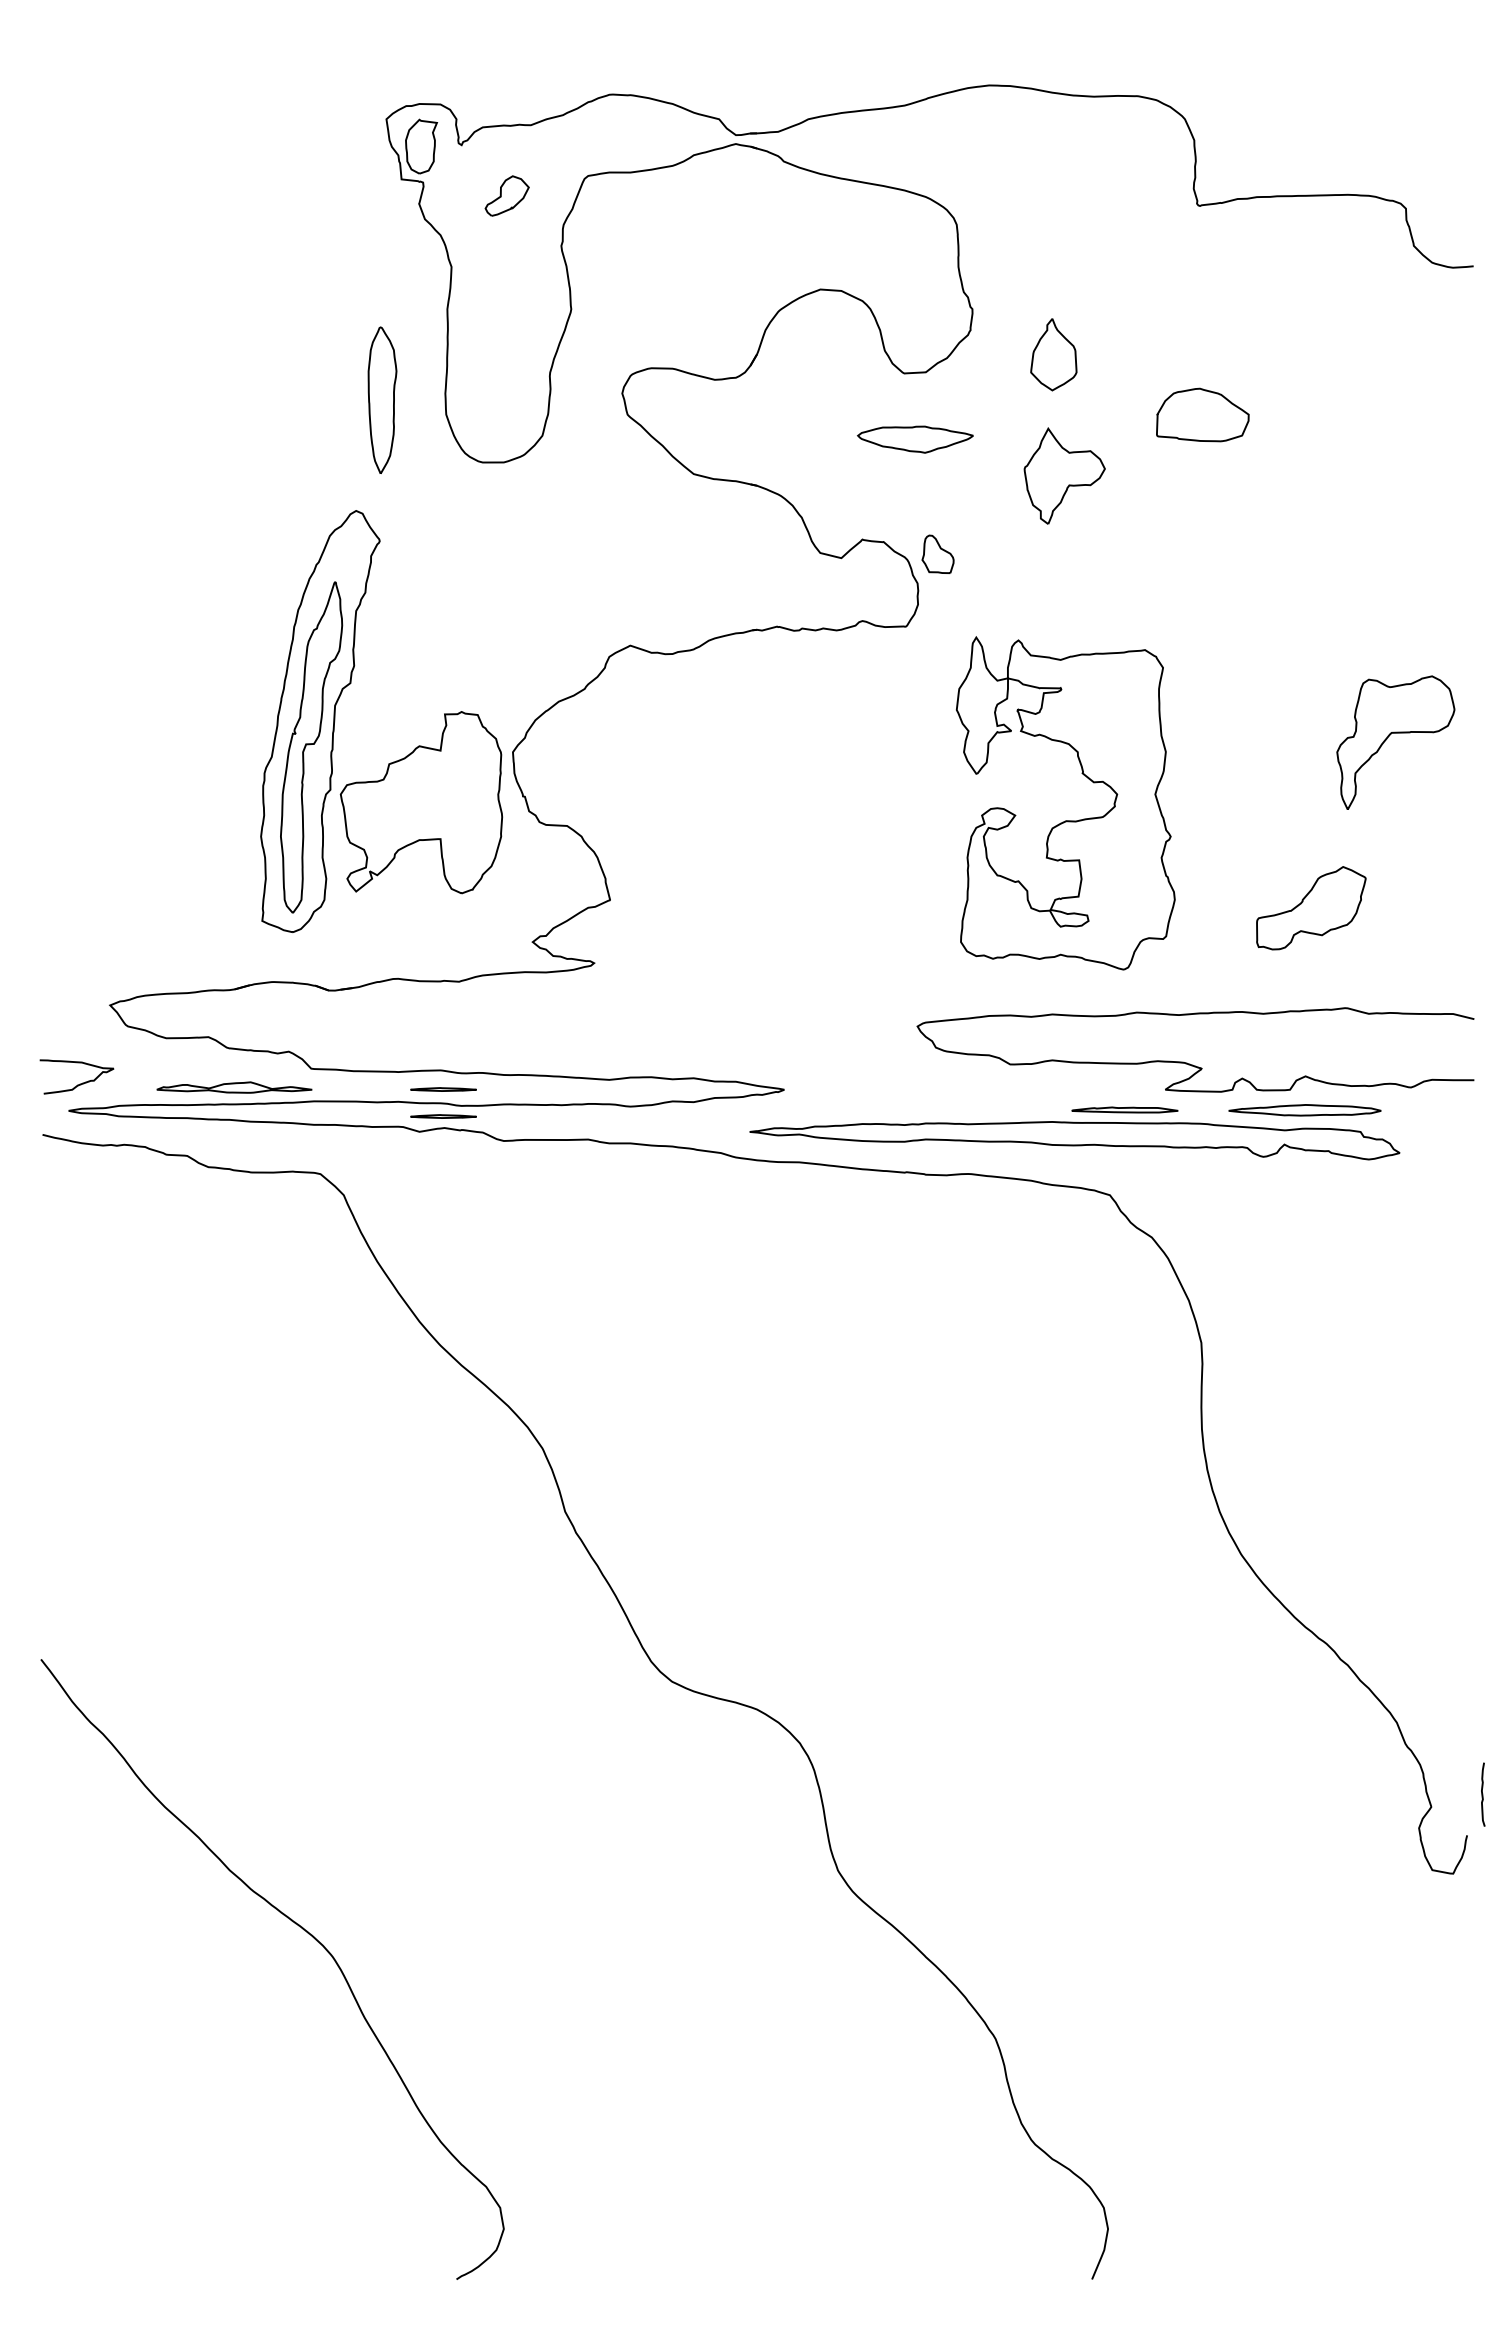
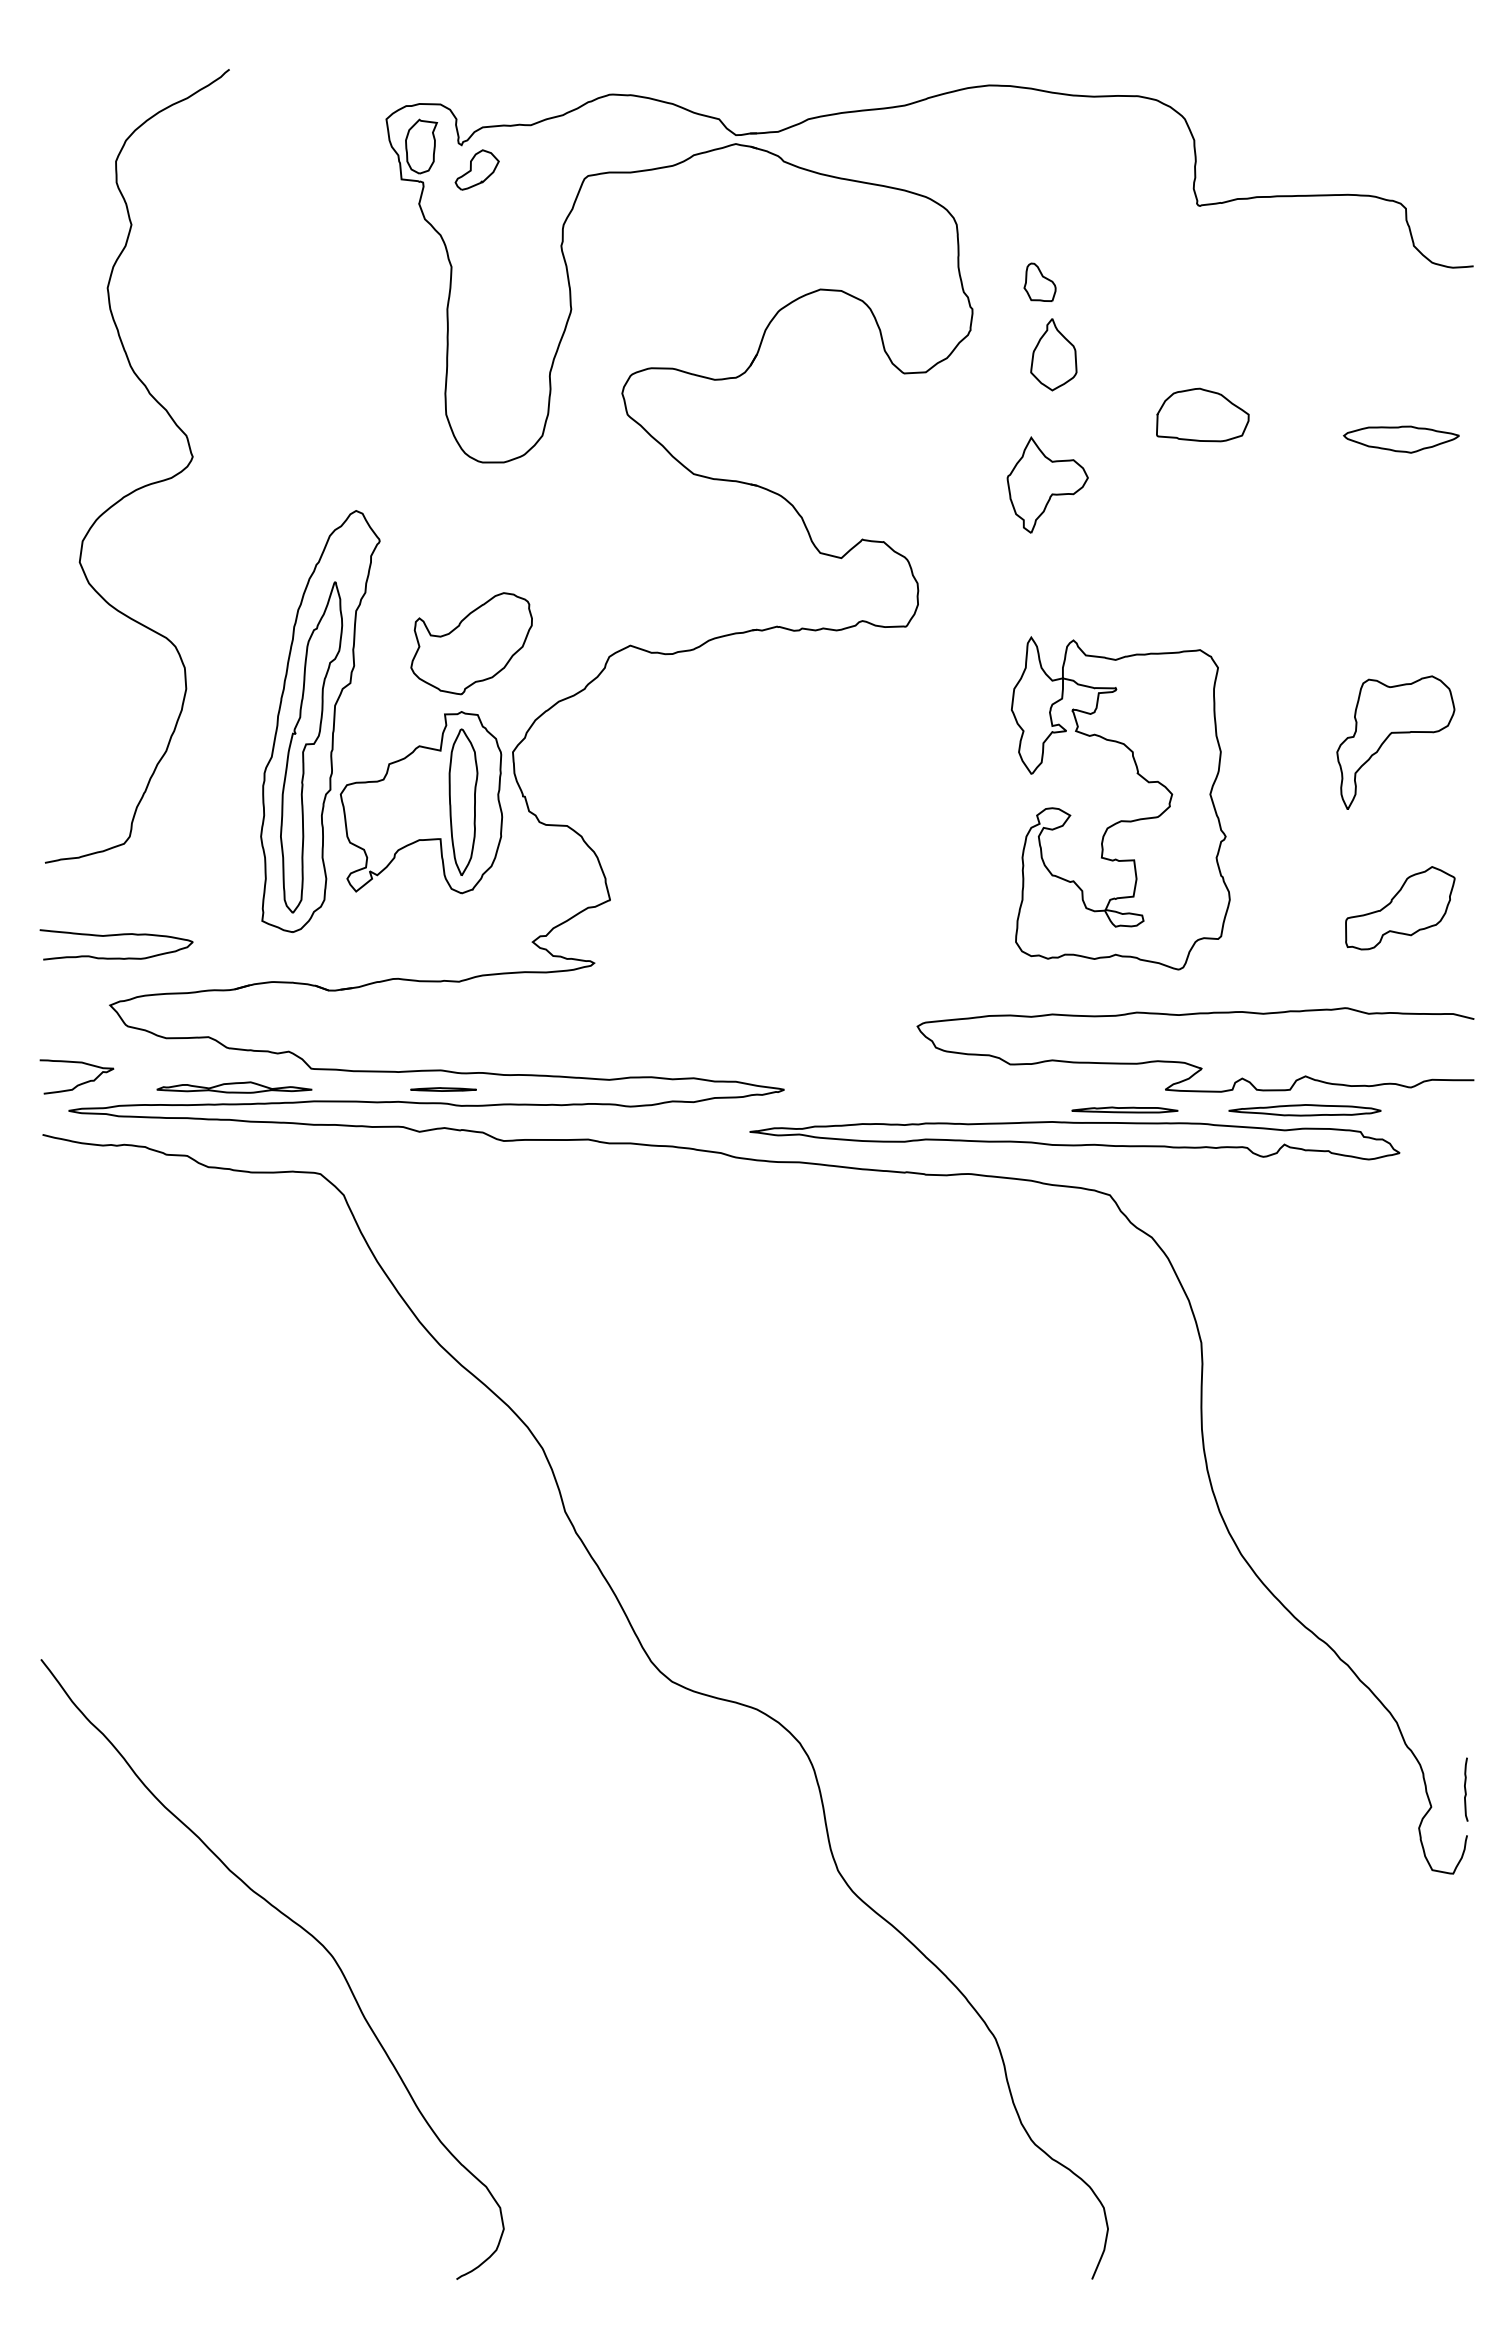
part at (506, 195) position: (506, 195) -> (476, 169)
part at (382, 399) position: (382, 399) -> (463, 801)
part at (915, 439) position: (915, 439) -> (1401, 439)
part at (1064, 475) position: (1064, 475) -> (1047, 484)
curve at (143, 485): none -> present
part at (937, 553) position: (937, 553) -> (1039, 281)
part at (471, 643): none -> present
part at (1065, 820) position: (1065, 820) -> (1120, 820)
part at (1311, 908) position: (1311, 908) -> (1400, 908)
curve at (113, 936): none -> present
line at (443, 1116): present -> none
curve at (1483, 1794) position: (1483, 1794) -> (1466, 1789)
